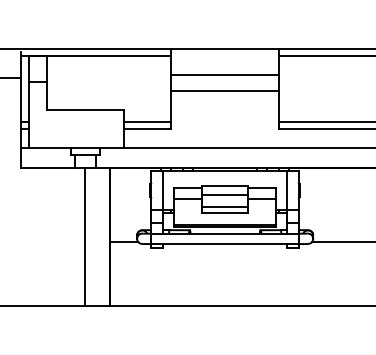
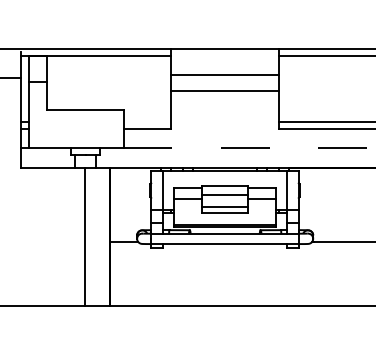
line at (147, 122): present -> none
line at (249, 147): solid -> dashed
